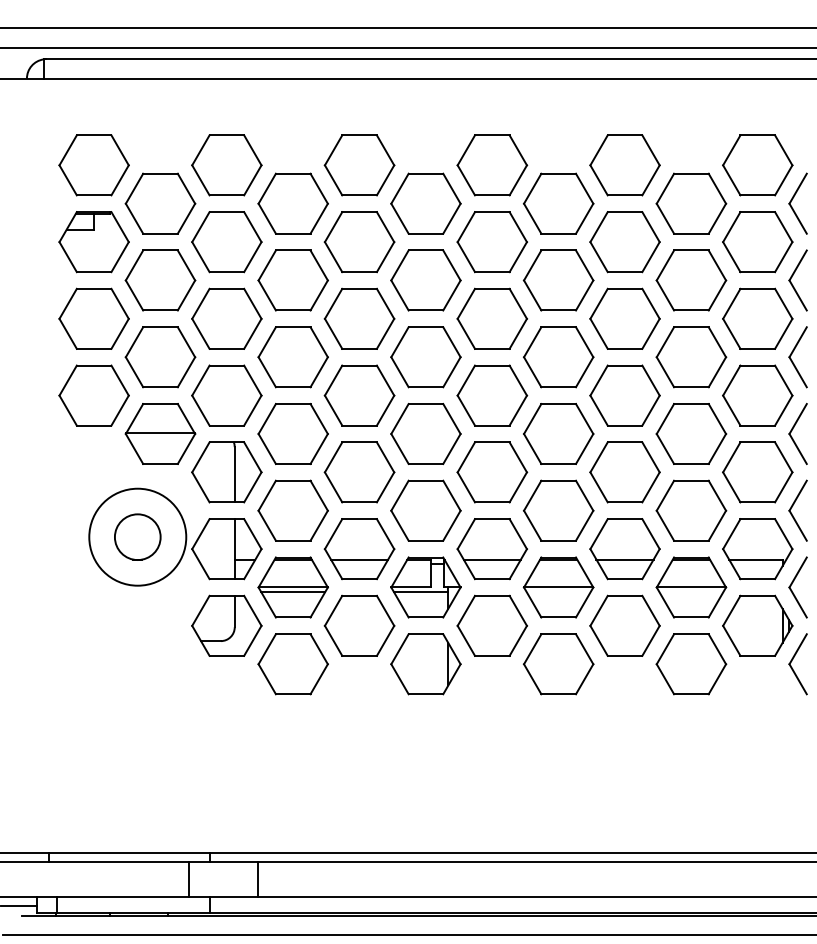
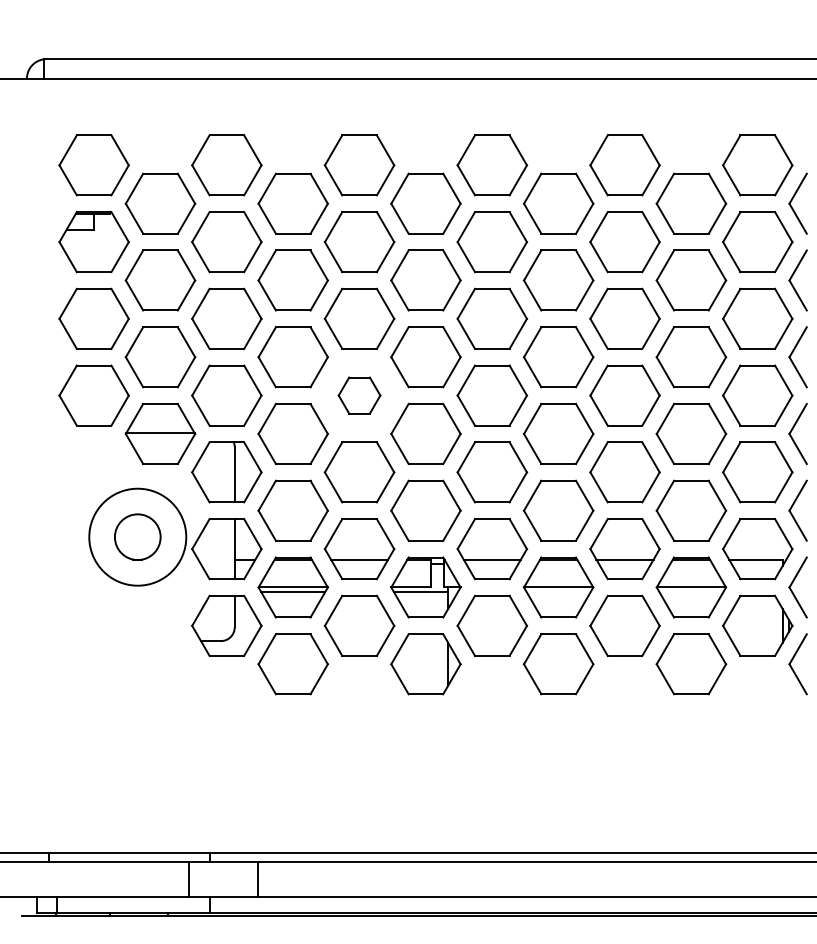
line at (407, 28): present -> none
line at (407, 47): present -> none
part at (359, 395) size: 73x63 px -> 45x39 px
line at (19, 906): present -> none
line at (407, 935): present -> none
